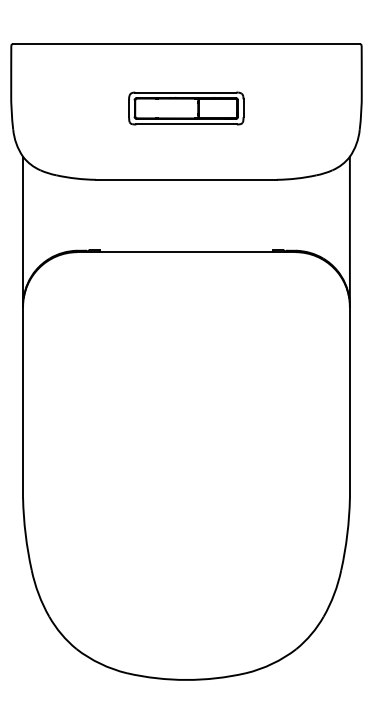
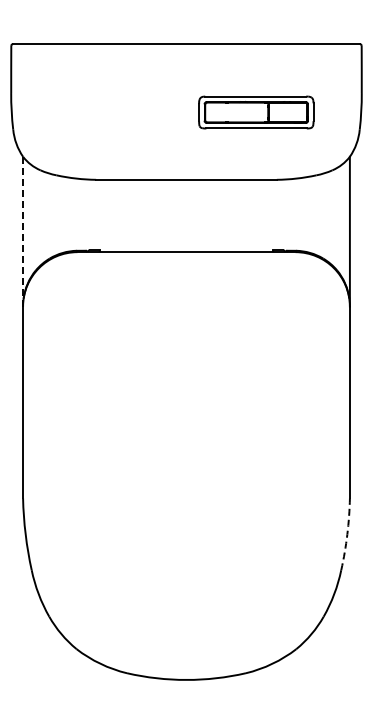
part at (186, 108) position: (186, 108) -> (256, 112)
line at (23, 231): solid -> dashed
arc at (347, 534): solid -> dashed
